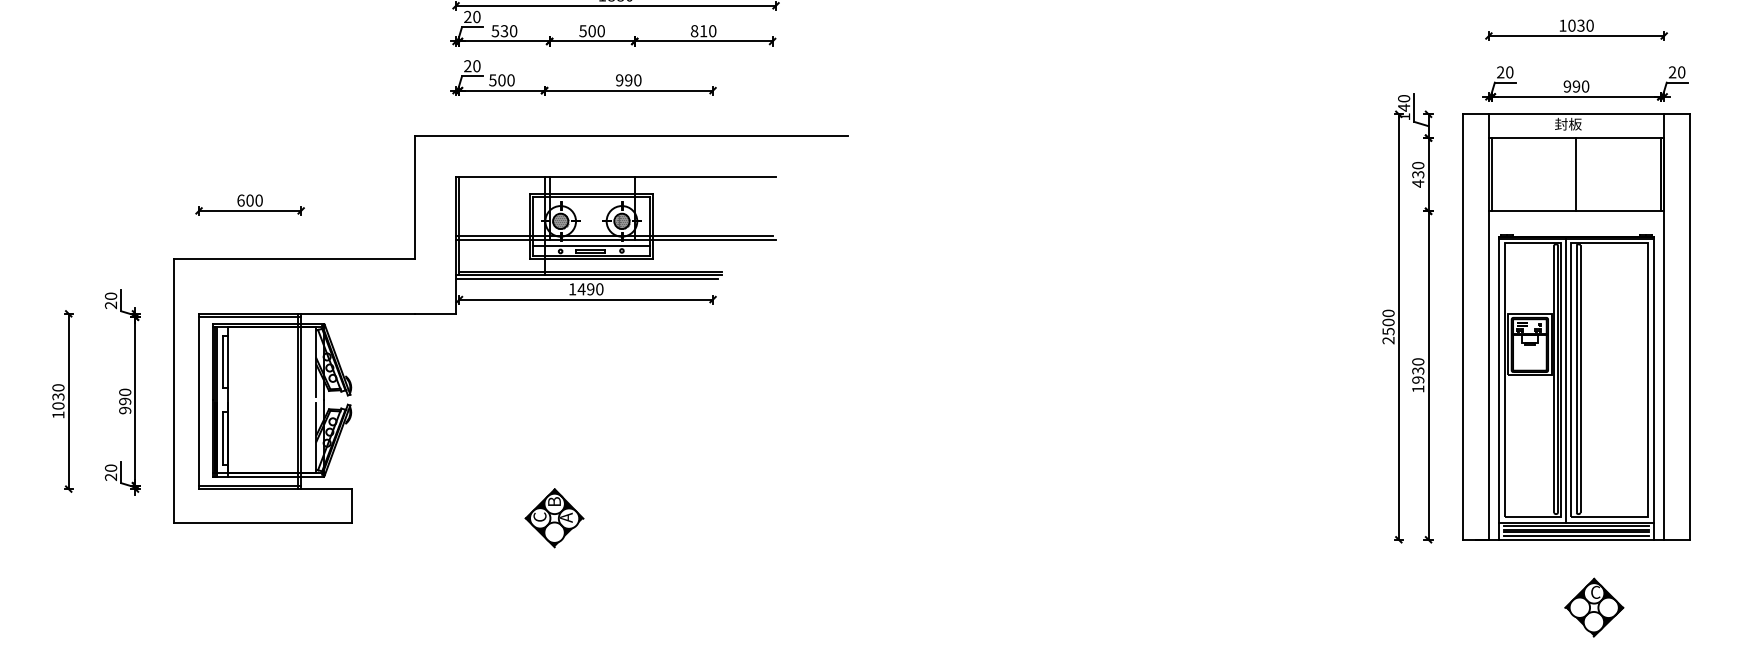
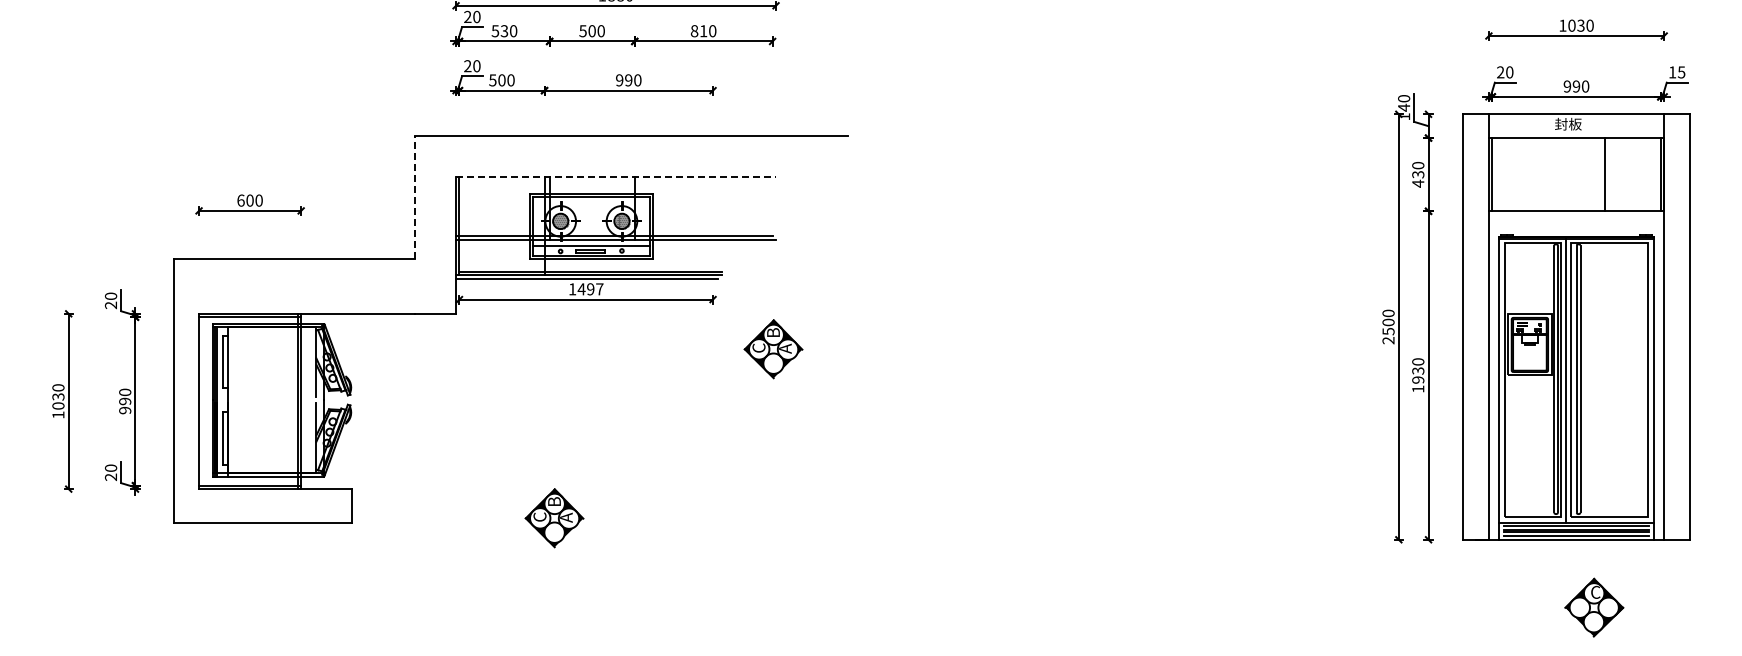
text at (1677, 72): 20 -> 15
line at (1575, 174) position: (1575, 174) -> (1604, 174)
line at (616, 176): solid -> dashed
line at (415, 197): solid -> dashed
text at (599, 289): 1490 -> 1497
part at (773, 349): none -> present
